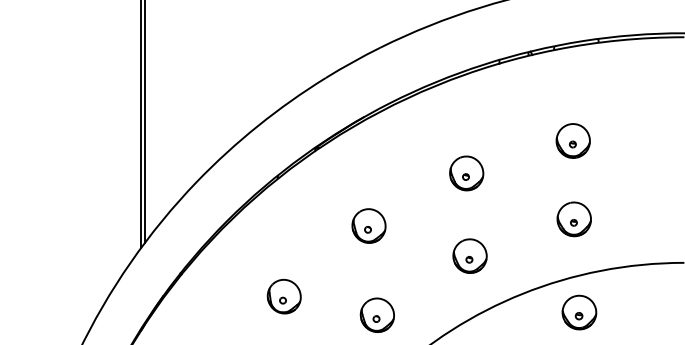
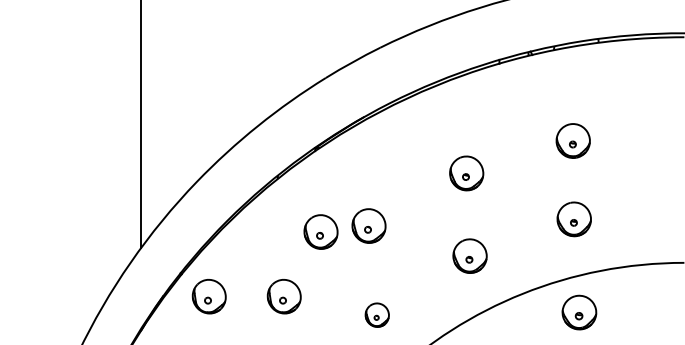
line at (144, 122): present -> none
part at (320, 231): none -> present
part at (208, 296): none -> present
part at (376, 314) size: 36x36 px -> 26x26 px
